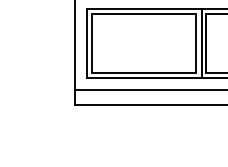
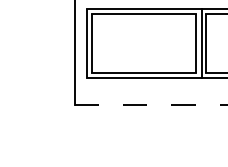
line at (149, 89): present -> none
line at (152, 105): solid -> dashed
